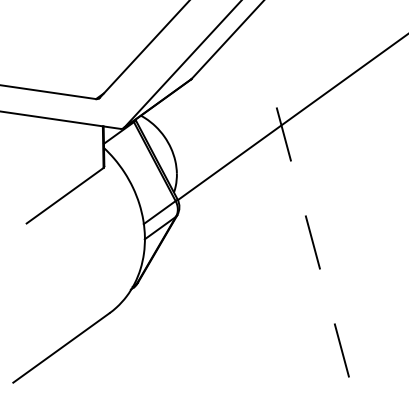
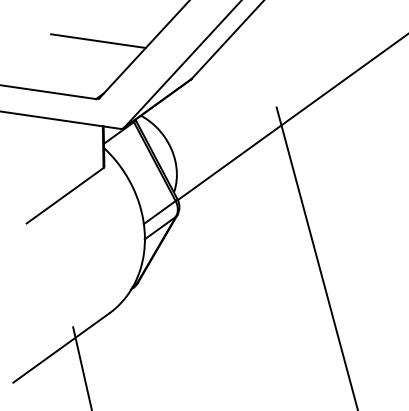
line at (98, 41): none -> present
line at (317, 258): dashed -> solid
line at (82, 367): none -> present
